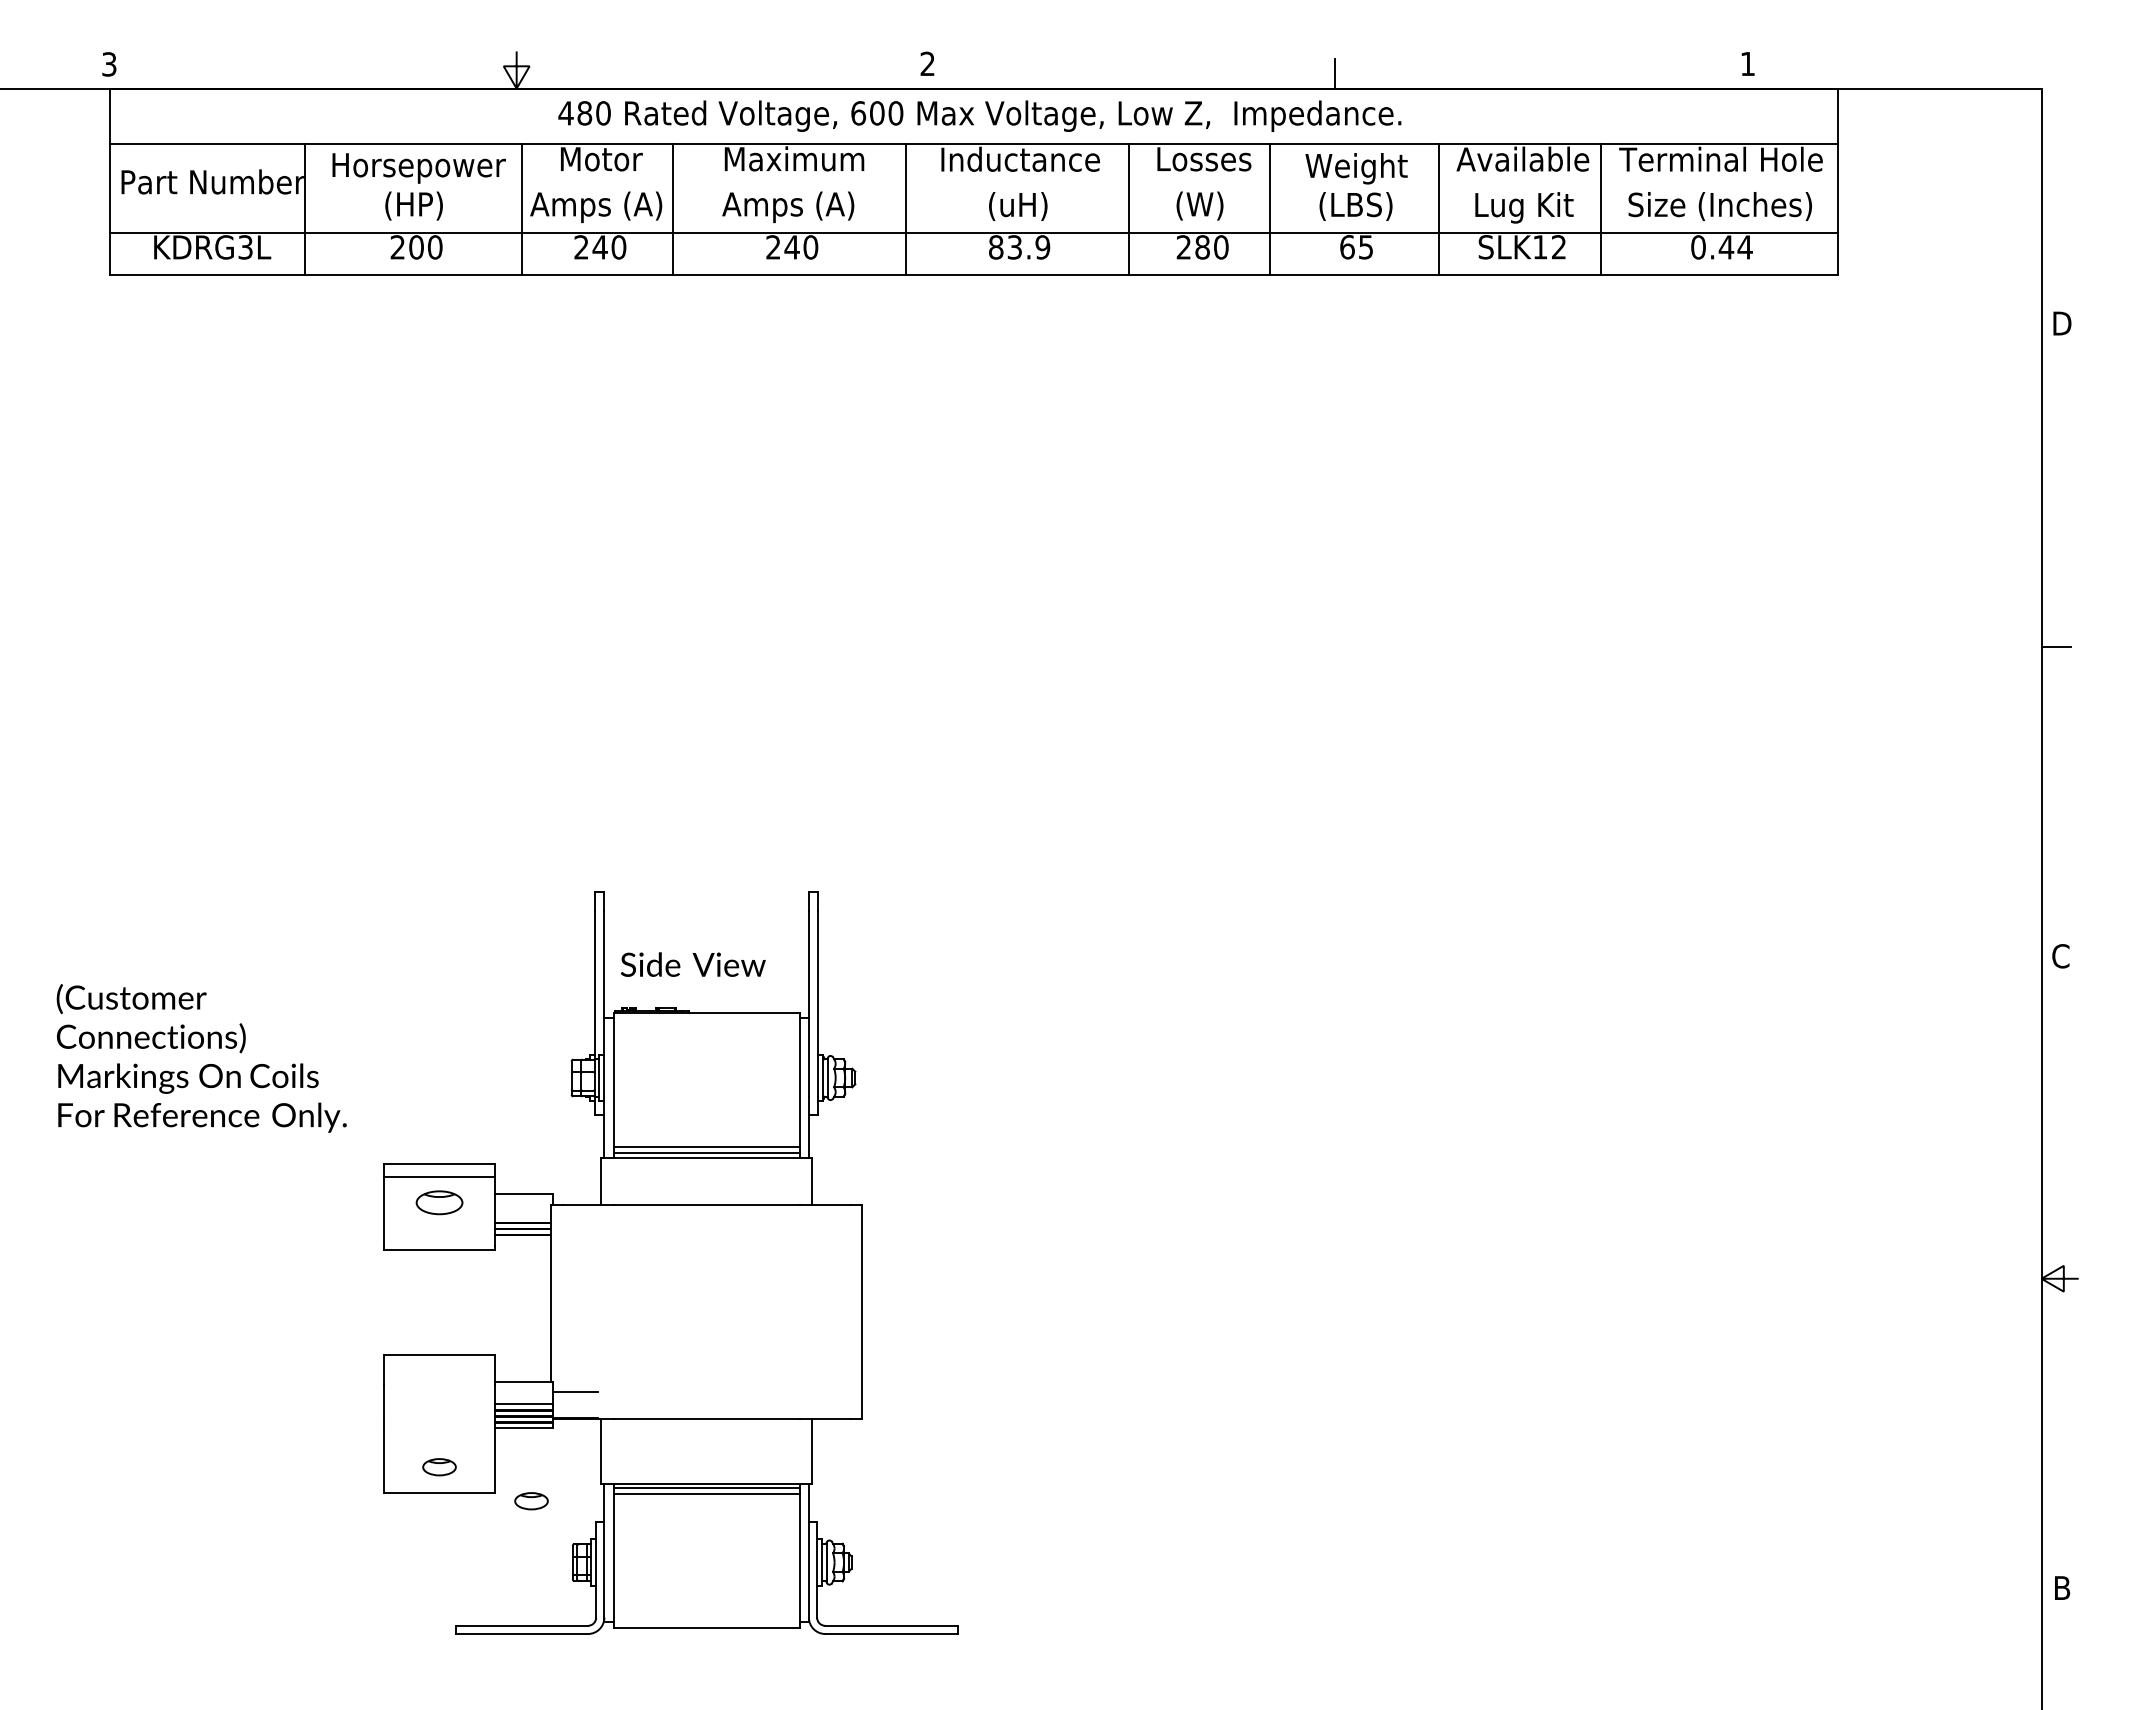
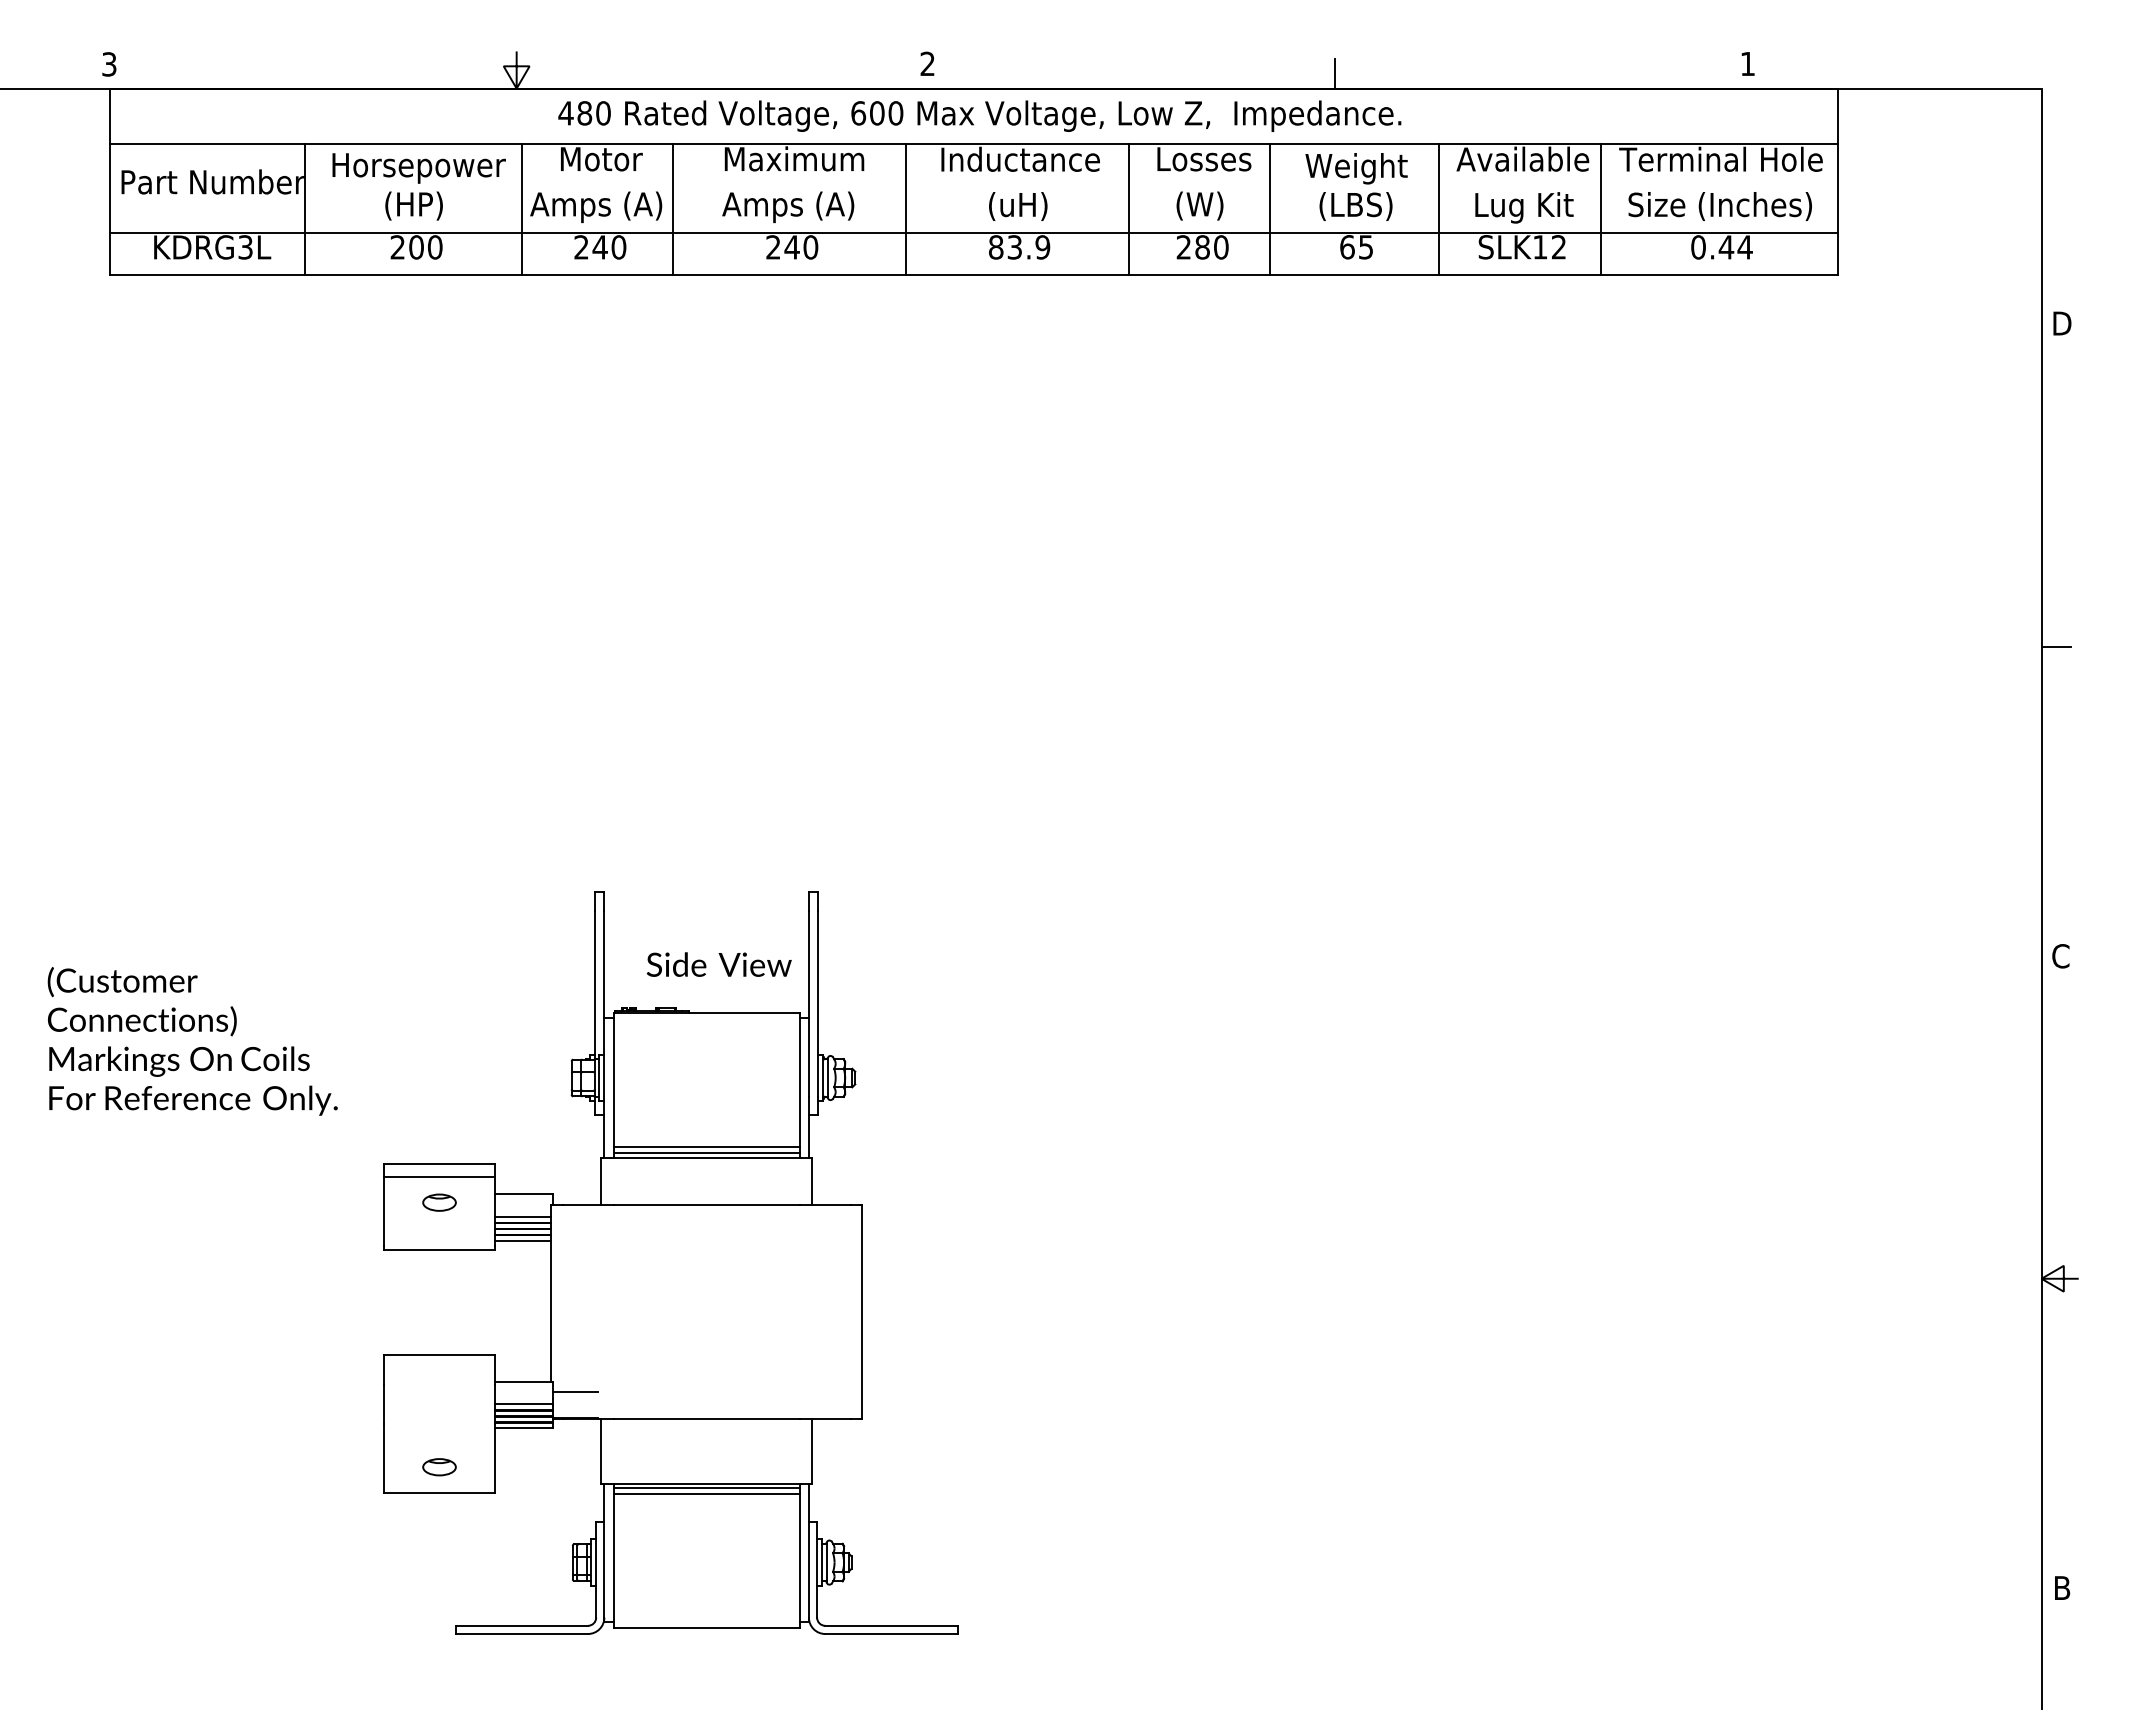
text at (692, 964) position: (692, 964) -> (718, 964)
text at (201, 1058) position: (201, 1058) -> (192, 1041)
part at (439, 1202) size: 49x26 px -> 35x19 px
line at (523, 1217): none -> present
line at (523, 1241): none -> present
part at (531, 1501): present -> none
